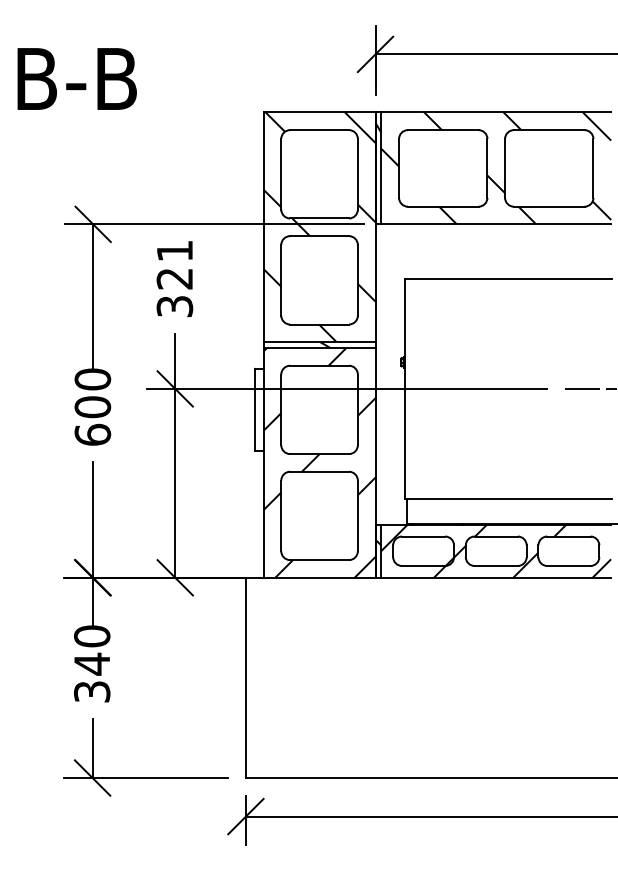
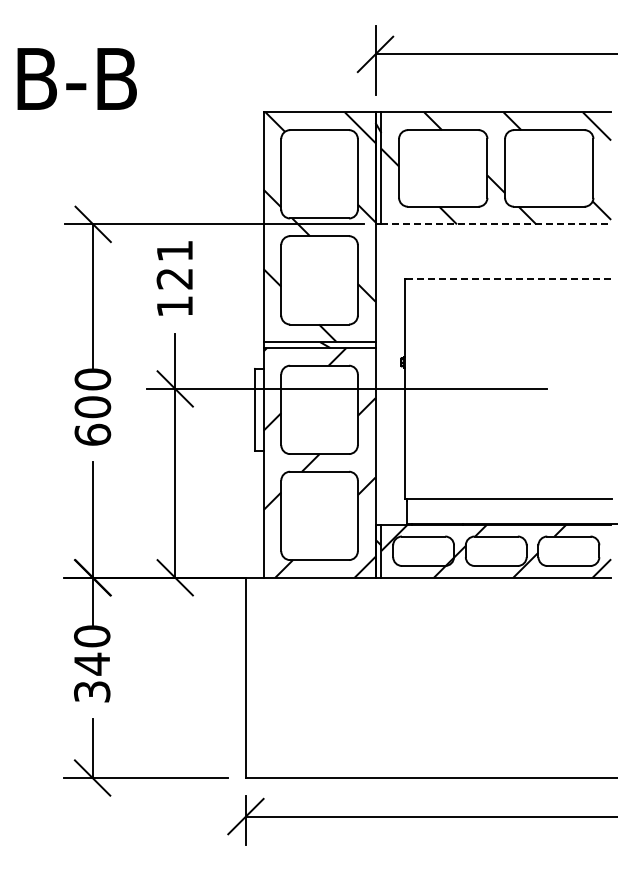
line at (496, 224): solid -> dashed
line at (509, 279): solid -> dashed
text at (174, 306): 321 -> 121
line at (589, 388): present -> none
